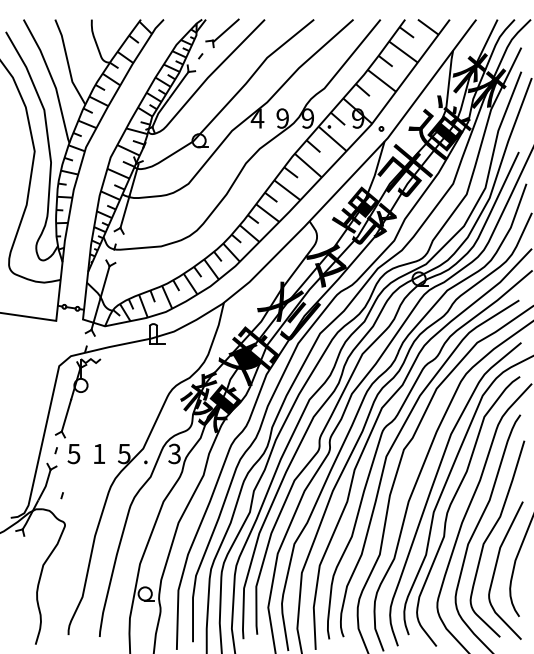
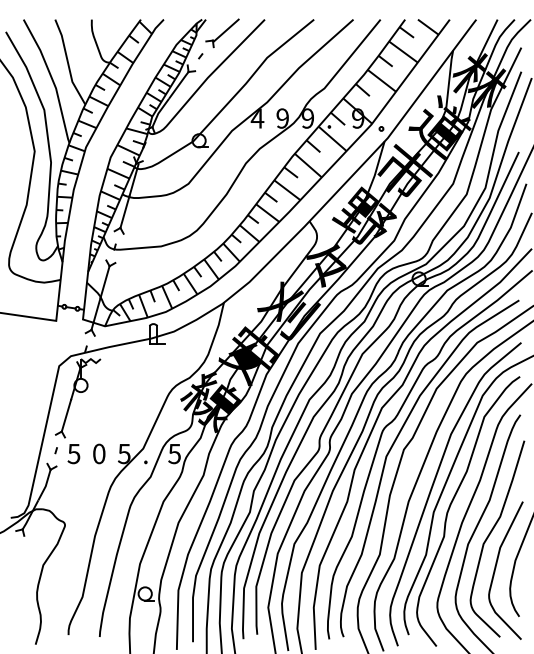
text at (99, 453): 1 -> 0
text at (174, 453): 3 -> 5
line at (61, 495): present -> none
